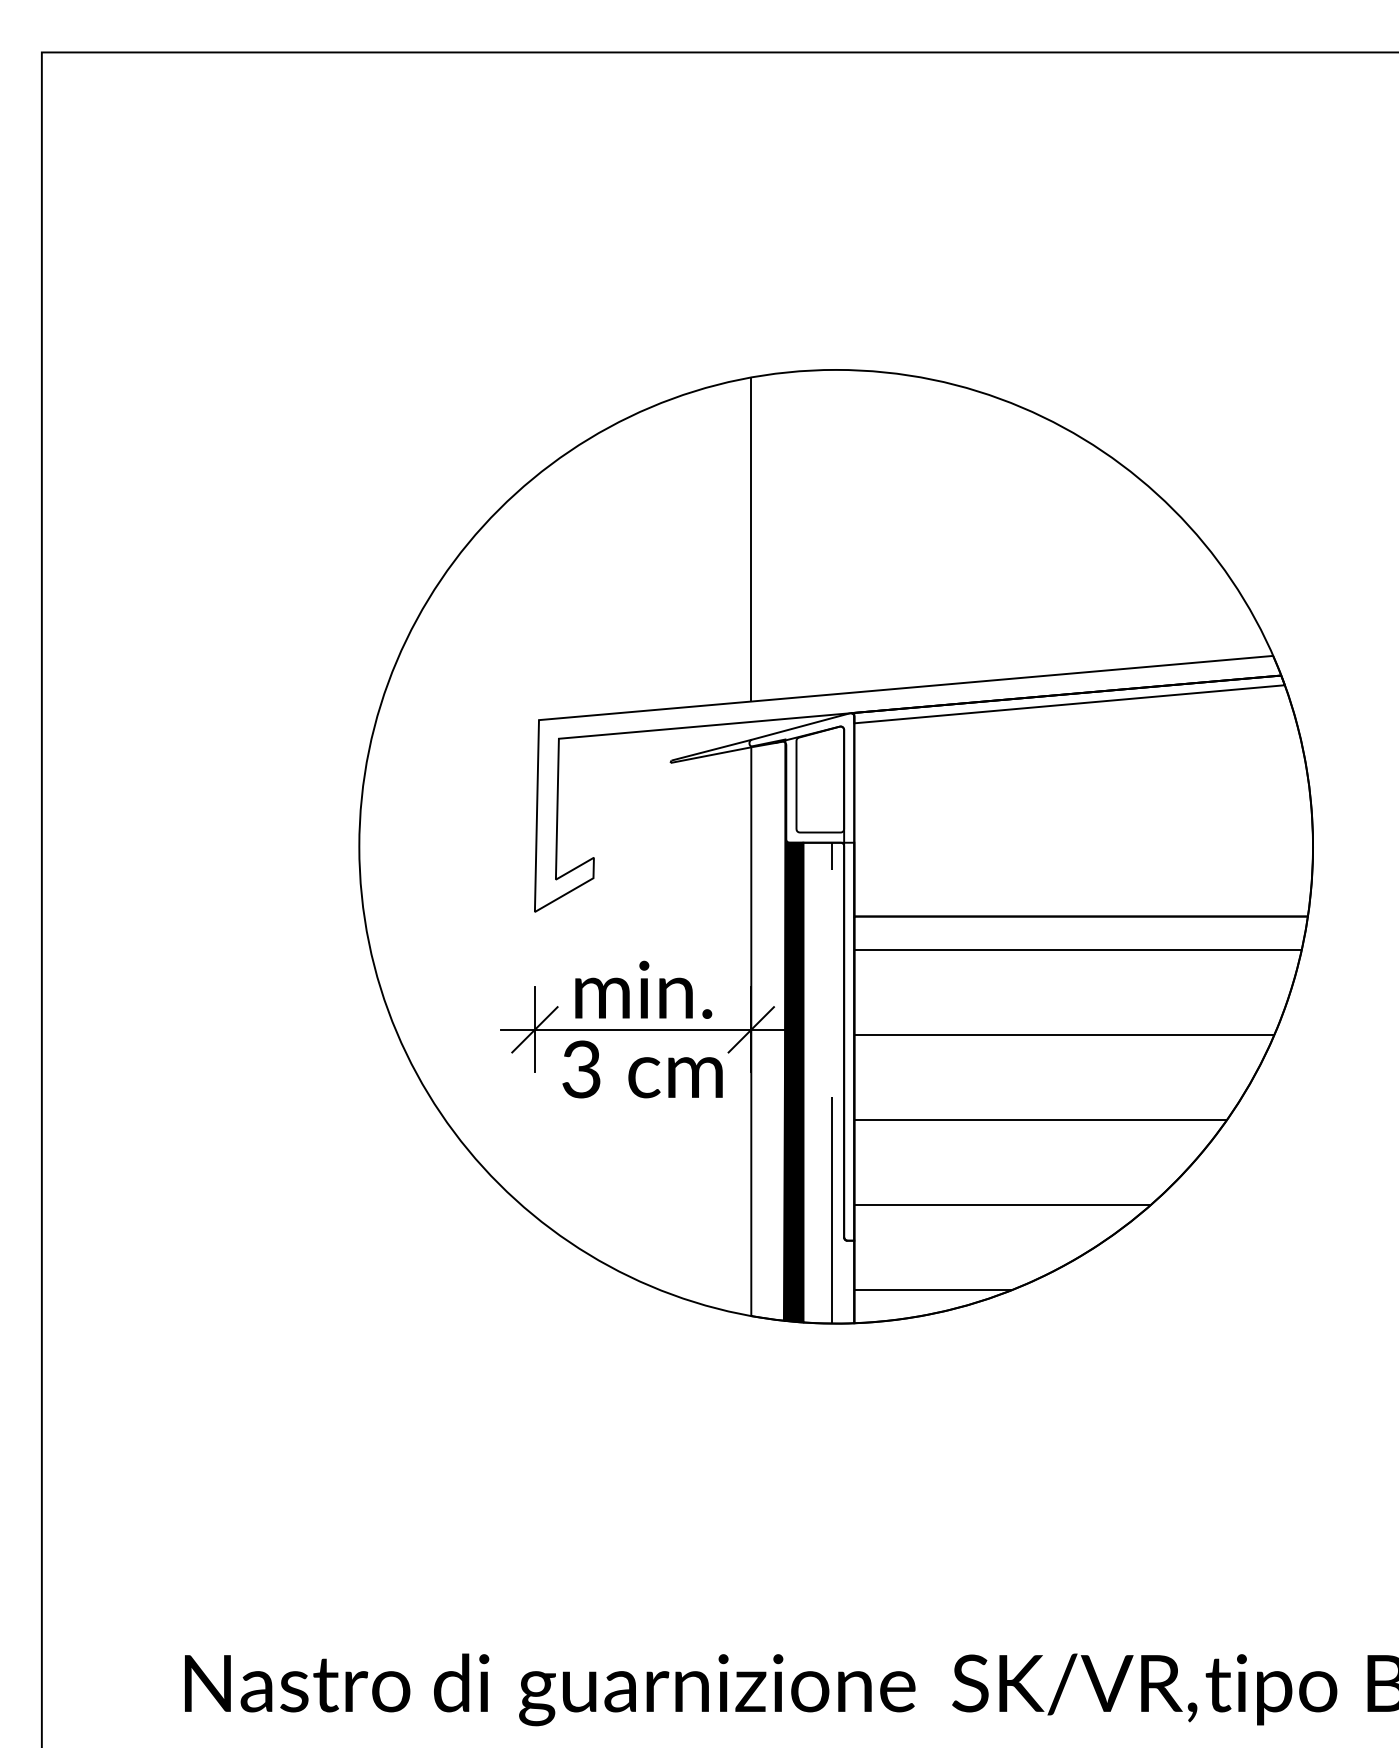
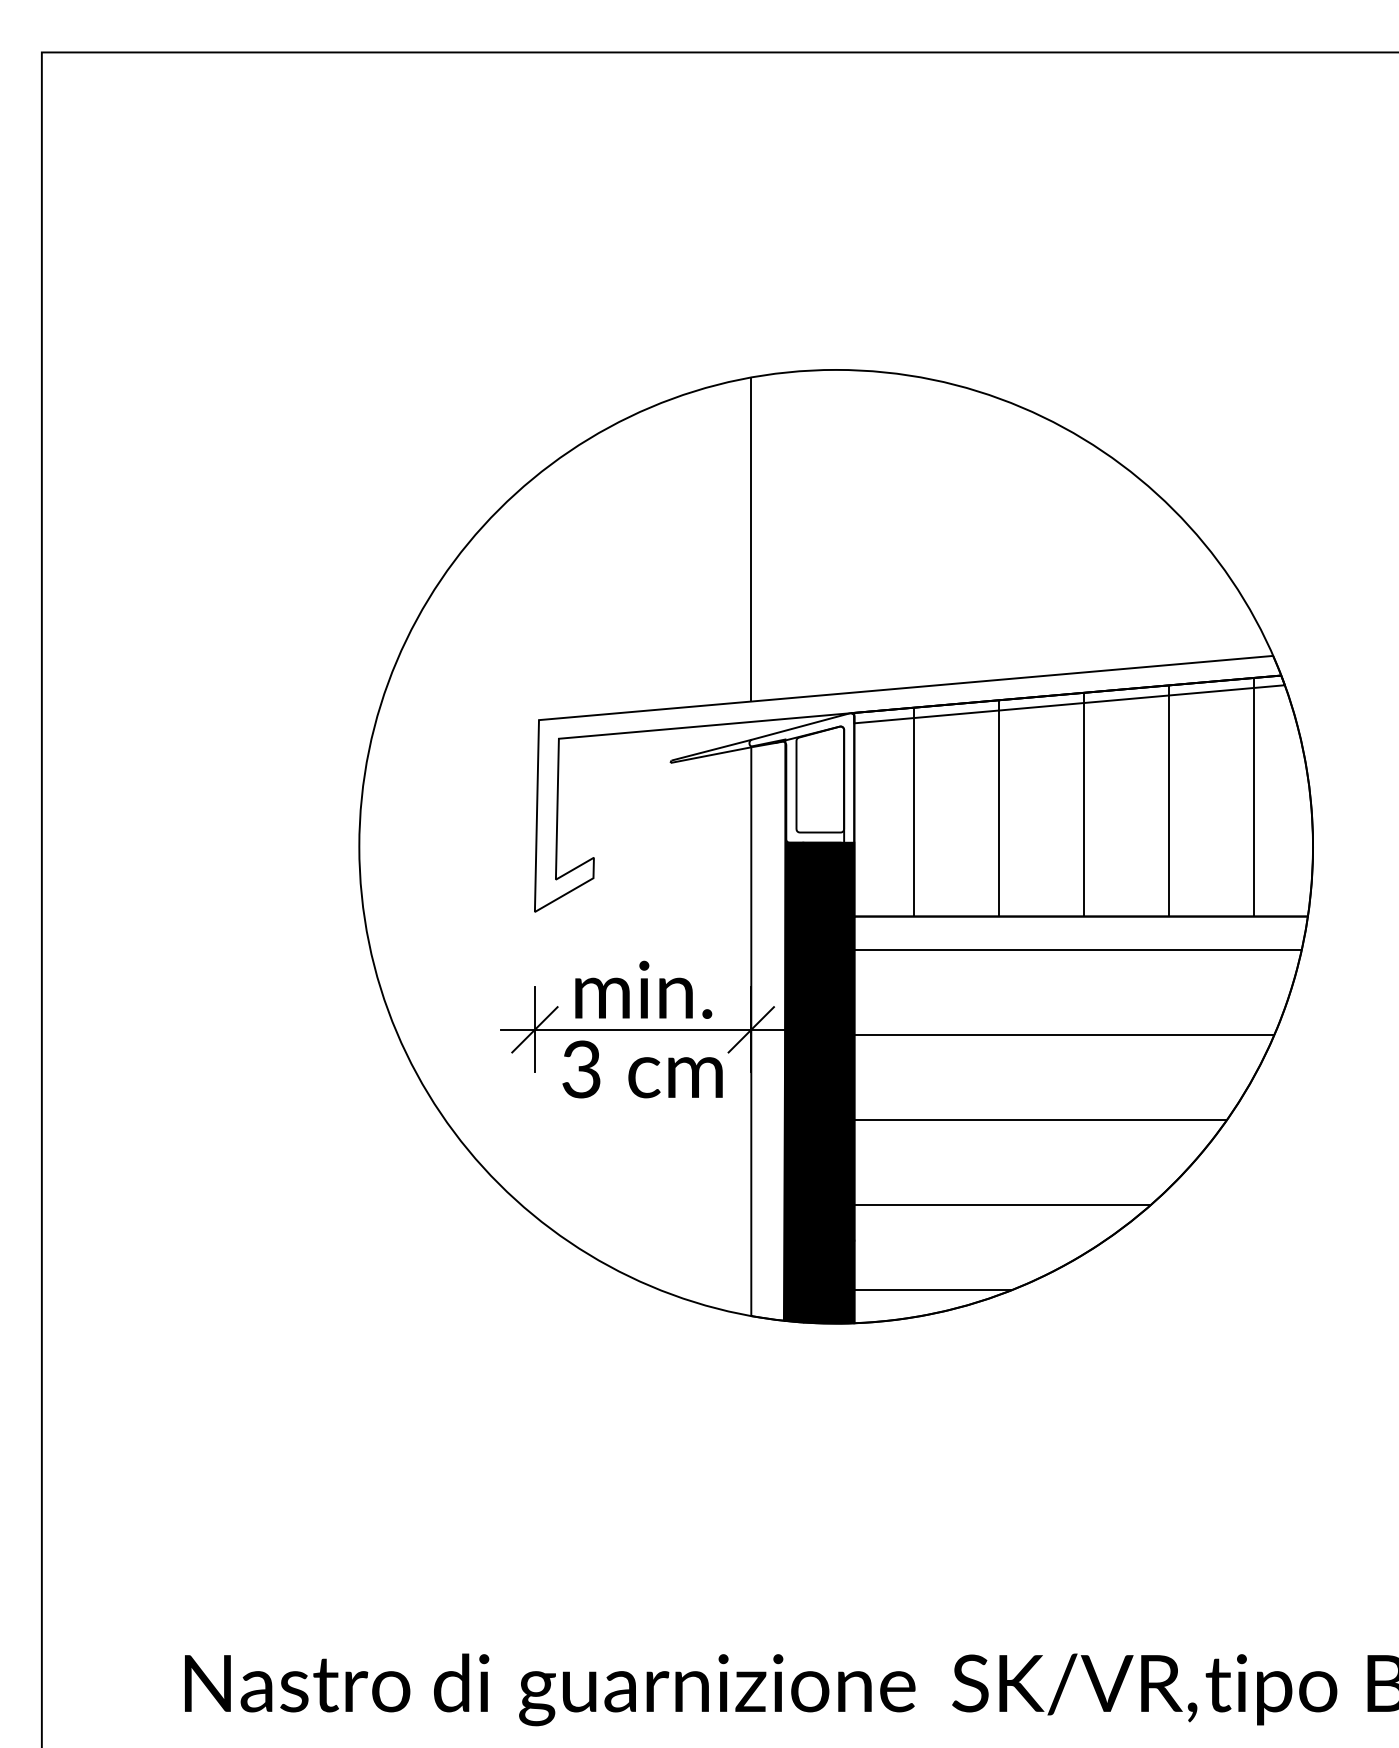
hatch at (1083, 796): none -> present
fill at (828, 1082): none -> present
